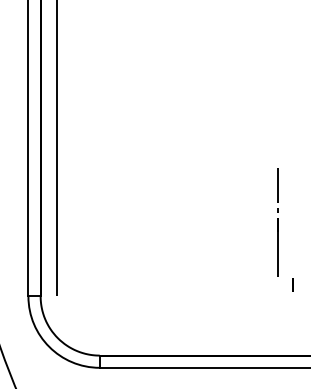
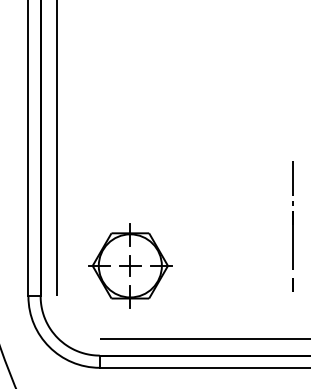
line at (277, 222) position: (277, 222) -> (292, 215)
part at (130, 265): none -> present
line at (203, 339): none -> present
